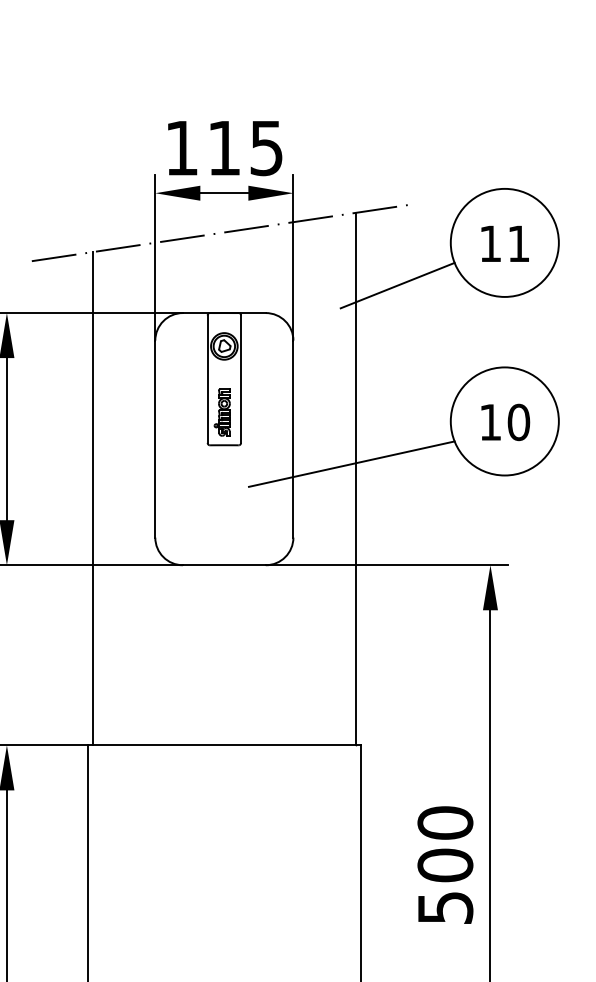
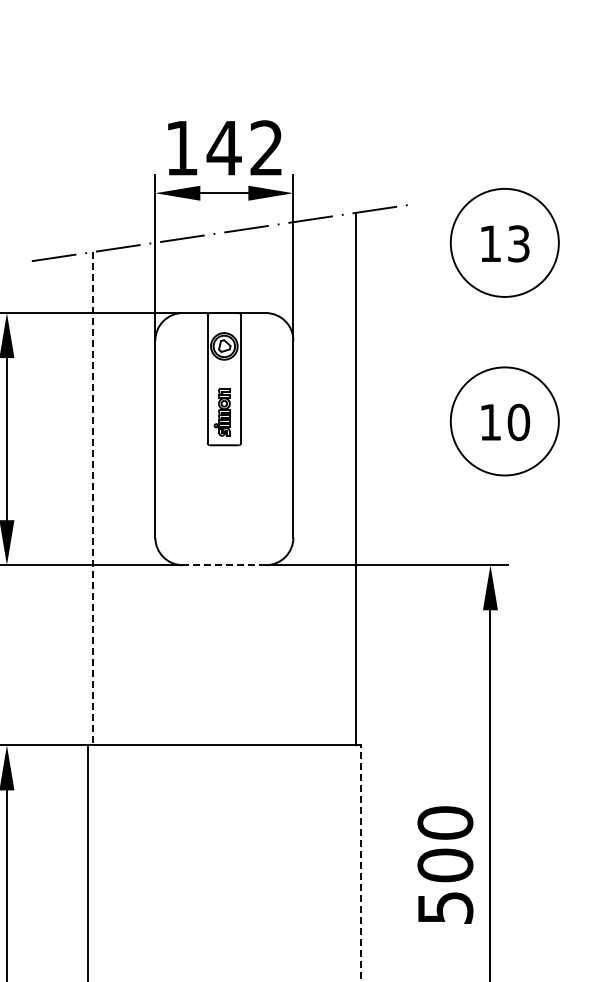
text at (244, 148): 115 -> 142
text at (518, 243): 11 -> 13
line at (397, 285): present -> none
line at (351, 463): present -> none
line at (92, 498): solid -> dashed
line at (223, 565): solid -> dashed
line at (360, 863): solid -> dashed
